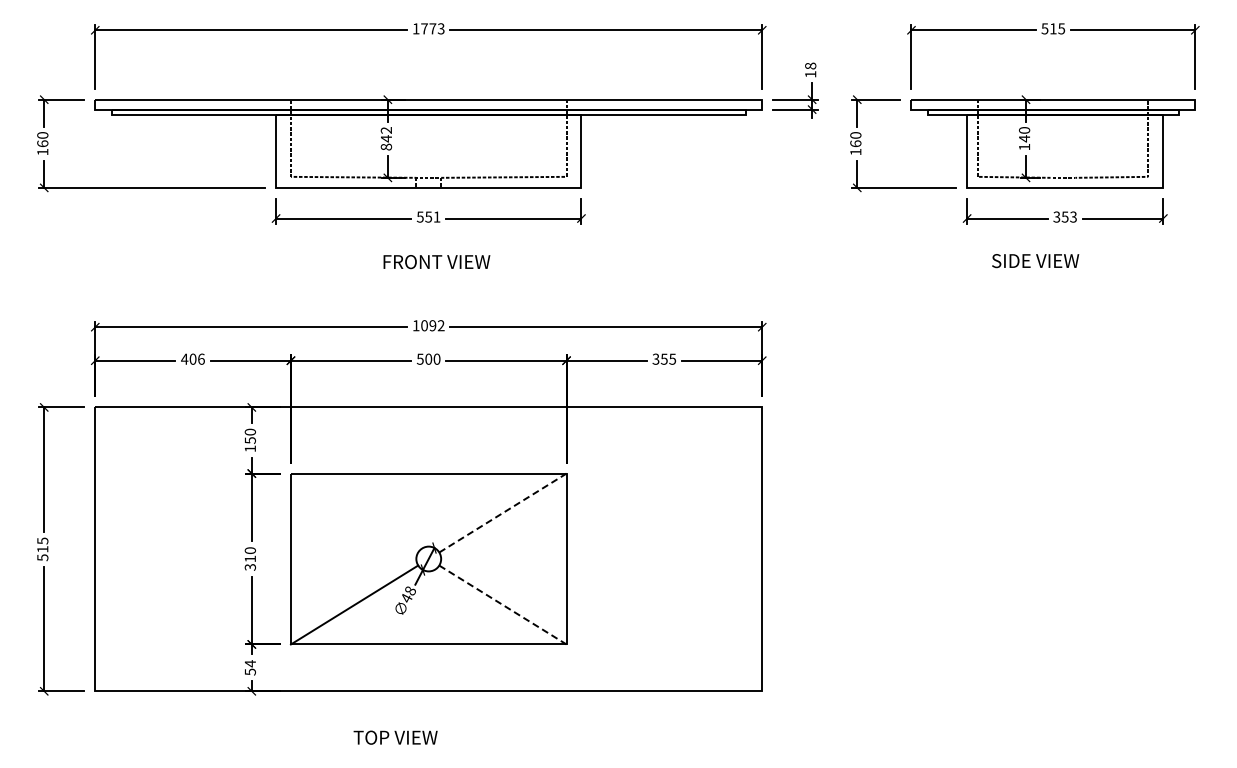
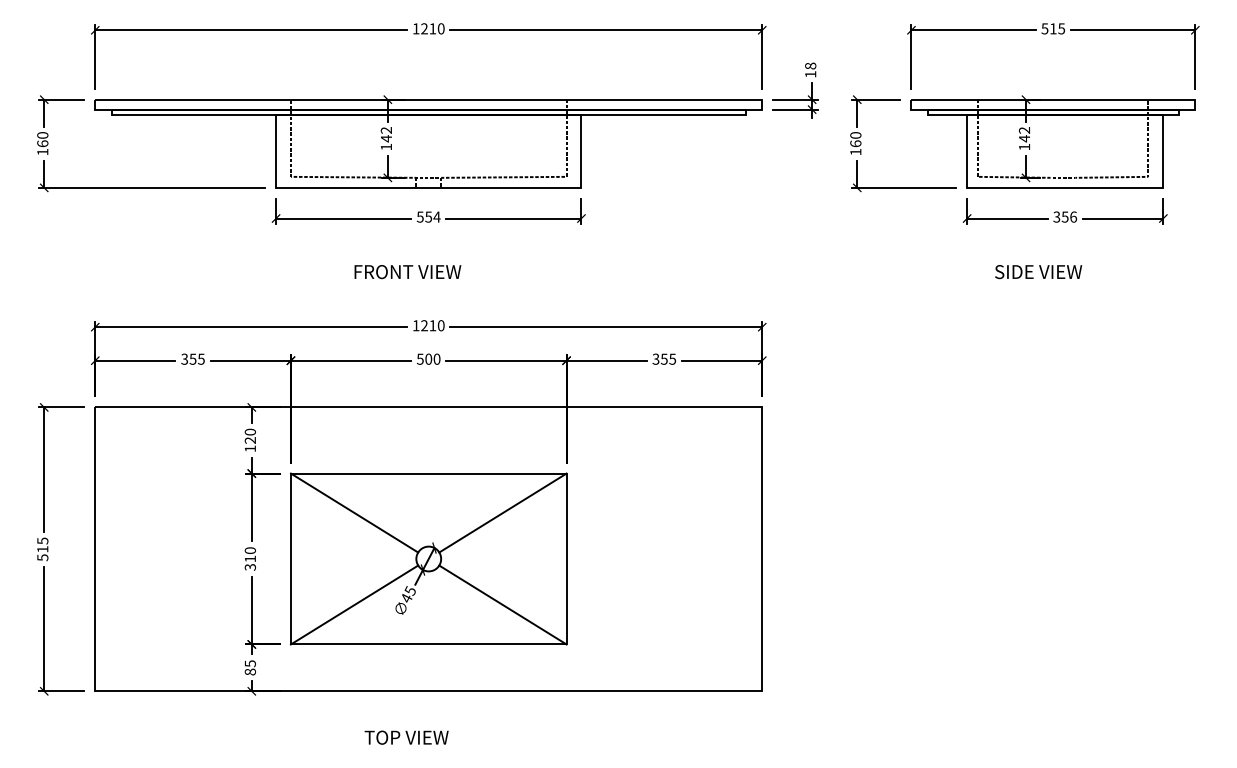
text at (432, 28): 1773 -> 1210
text at (1024, 130): 140 -> 142
text at (386, 146): 842 -> 142
text at (436, 216): 551 -> 554
text at (1073, 216): 353 -> 356
text at (1035, 261) position: (1035, 261) -> (1038, 272)
text at (436, 262) position: (436, 262) -> (407, 272)
text at (432, 325): 1092 -> 1210
text at (192, 358): 406 -> 355
text at (249, 440): 150 -> 120
line at (354, 512): none -> present
line at (502, 513): dashed -> solid
text at (409, 590): 48 -> 45
line at (502, 605): dashed -> solid
text at (249, 667): 54 -> 85
text at (395, 737) position: (395, 737) -> (406, 737)
